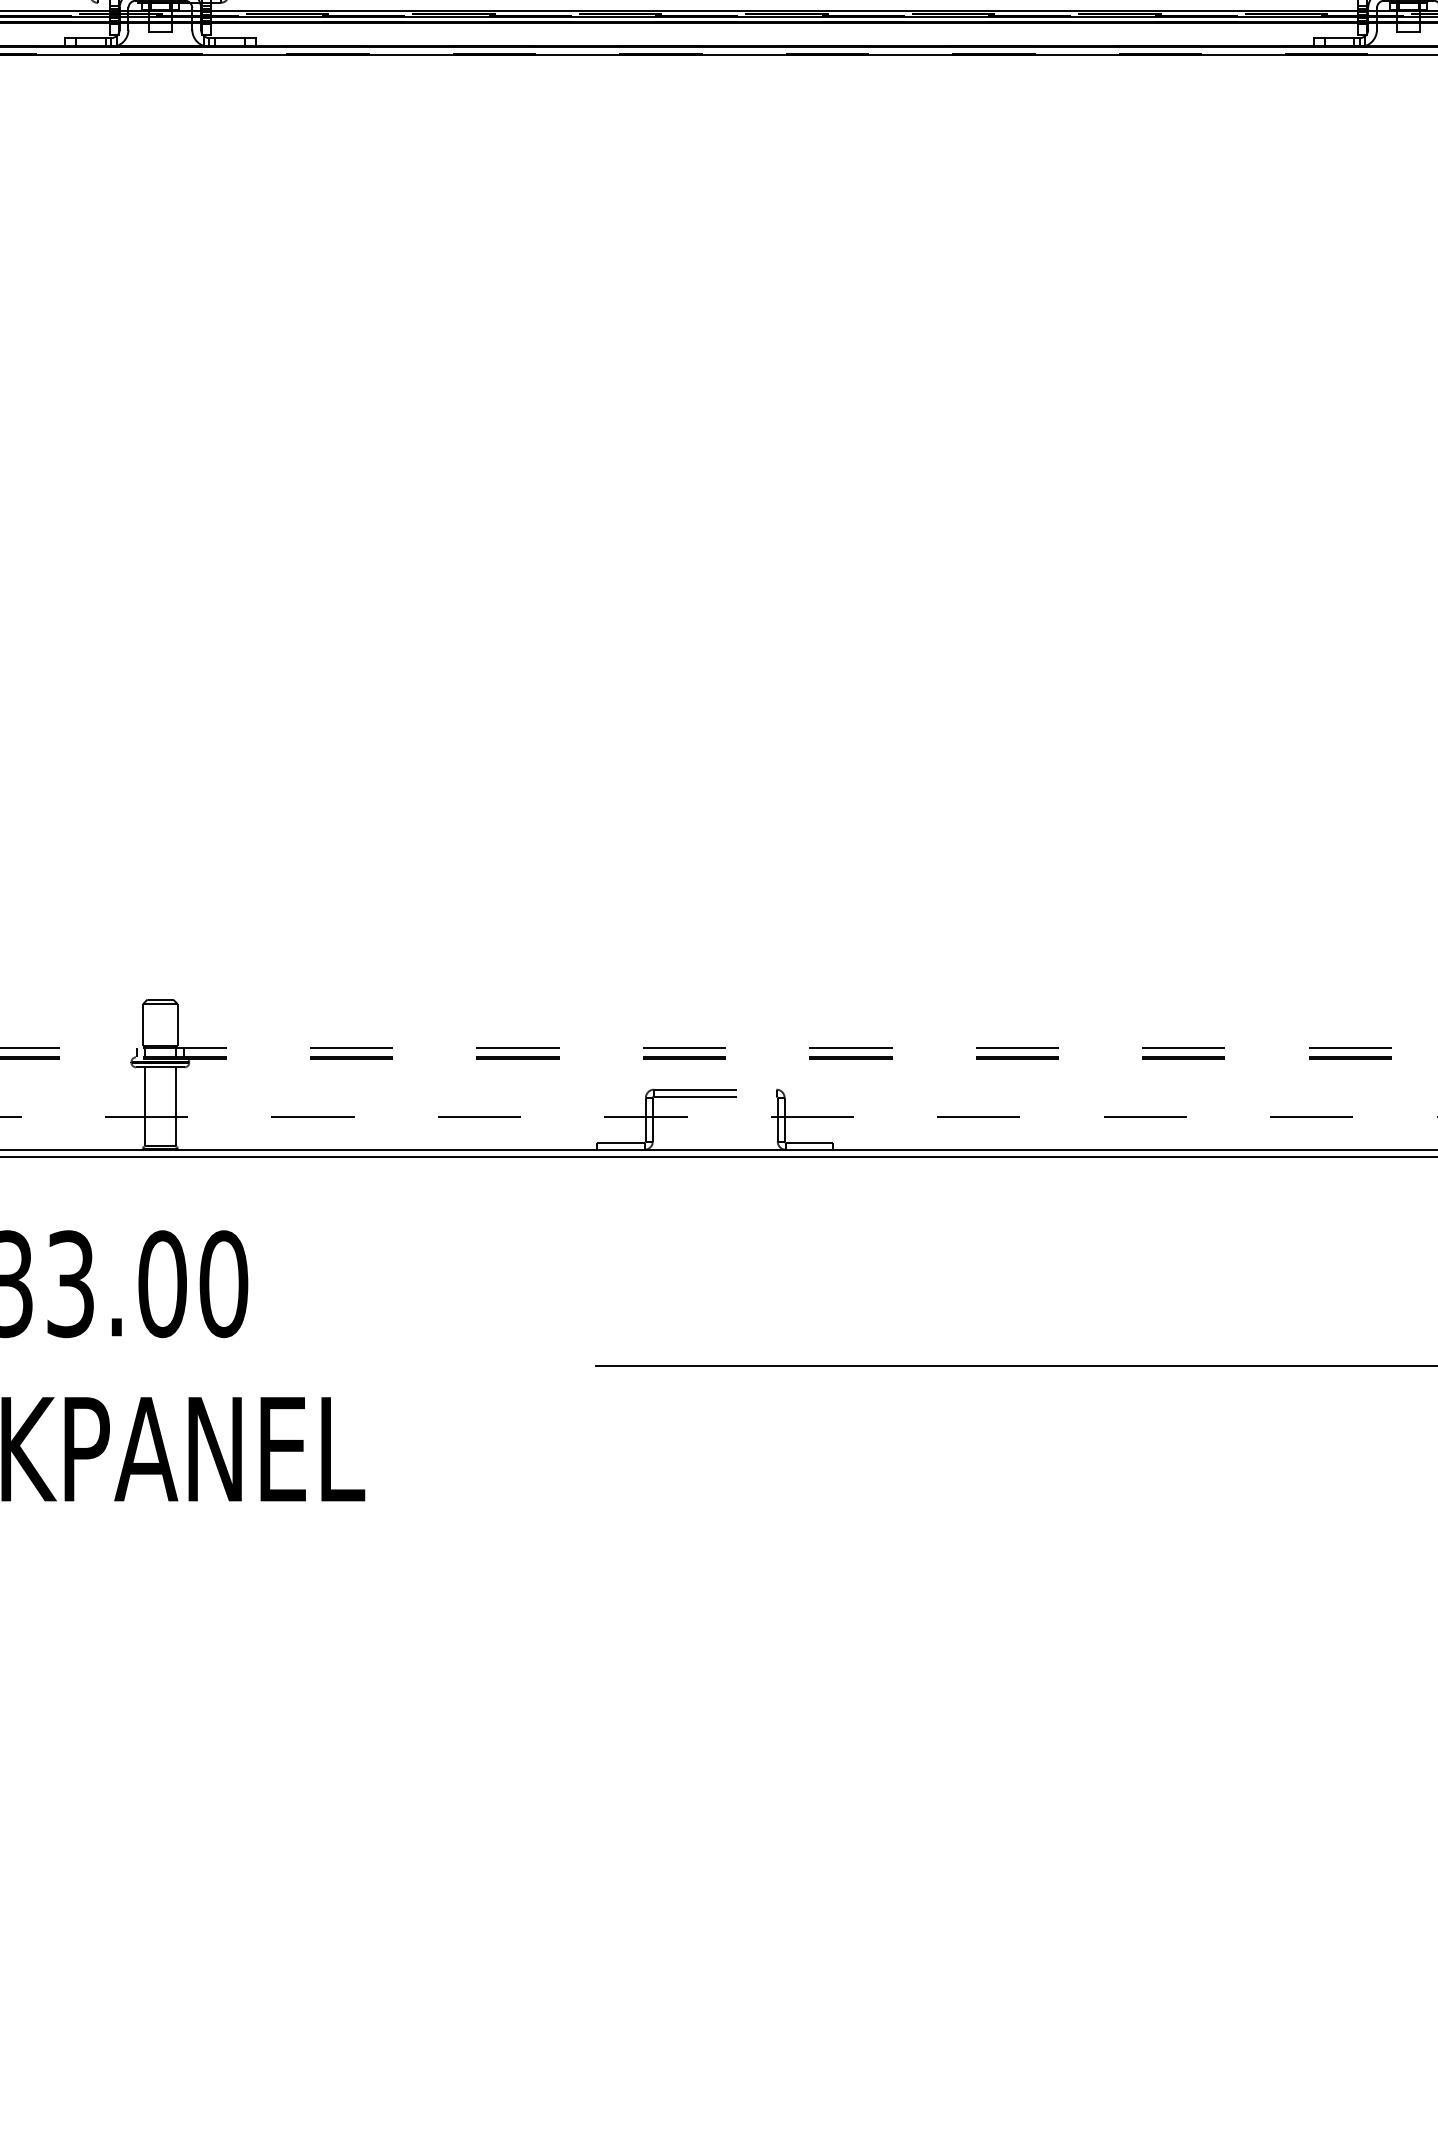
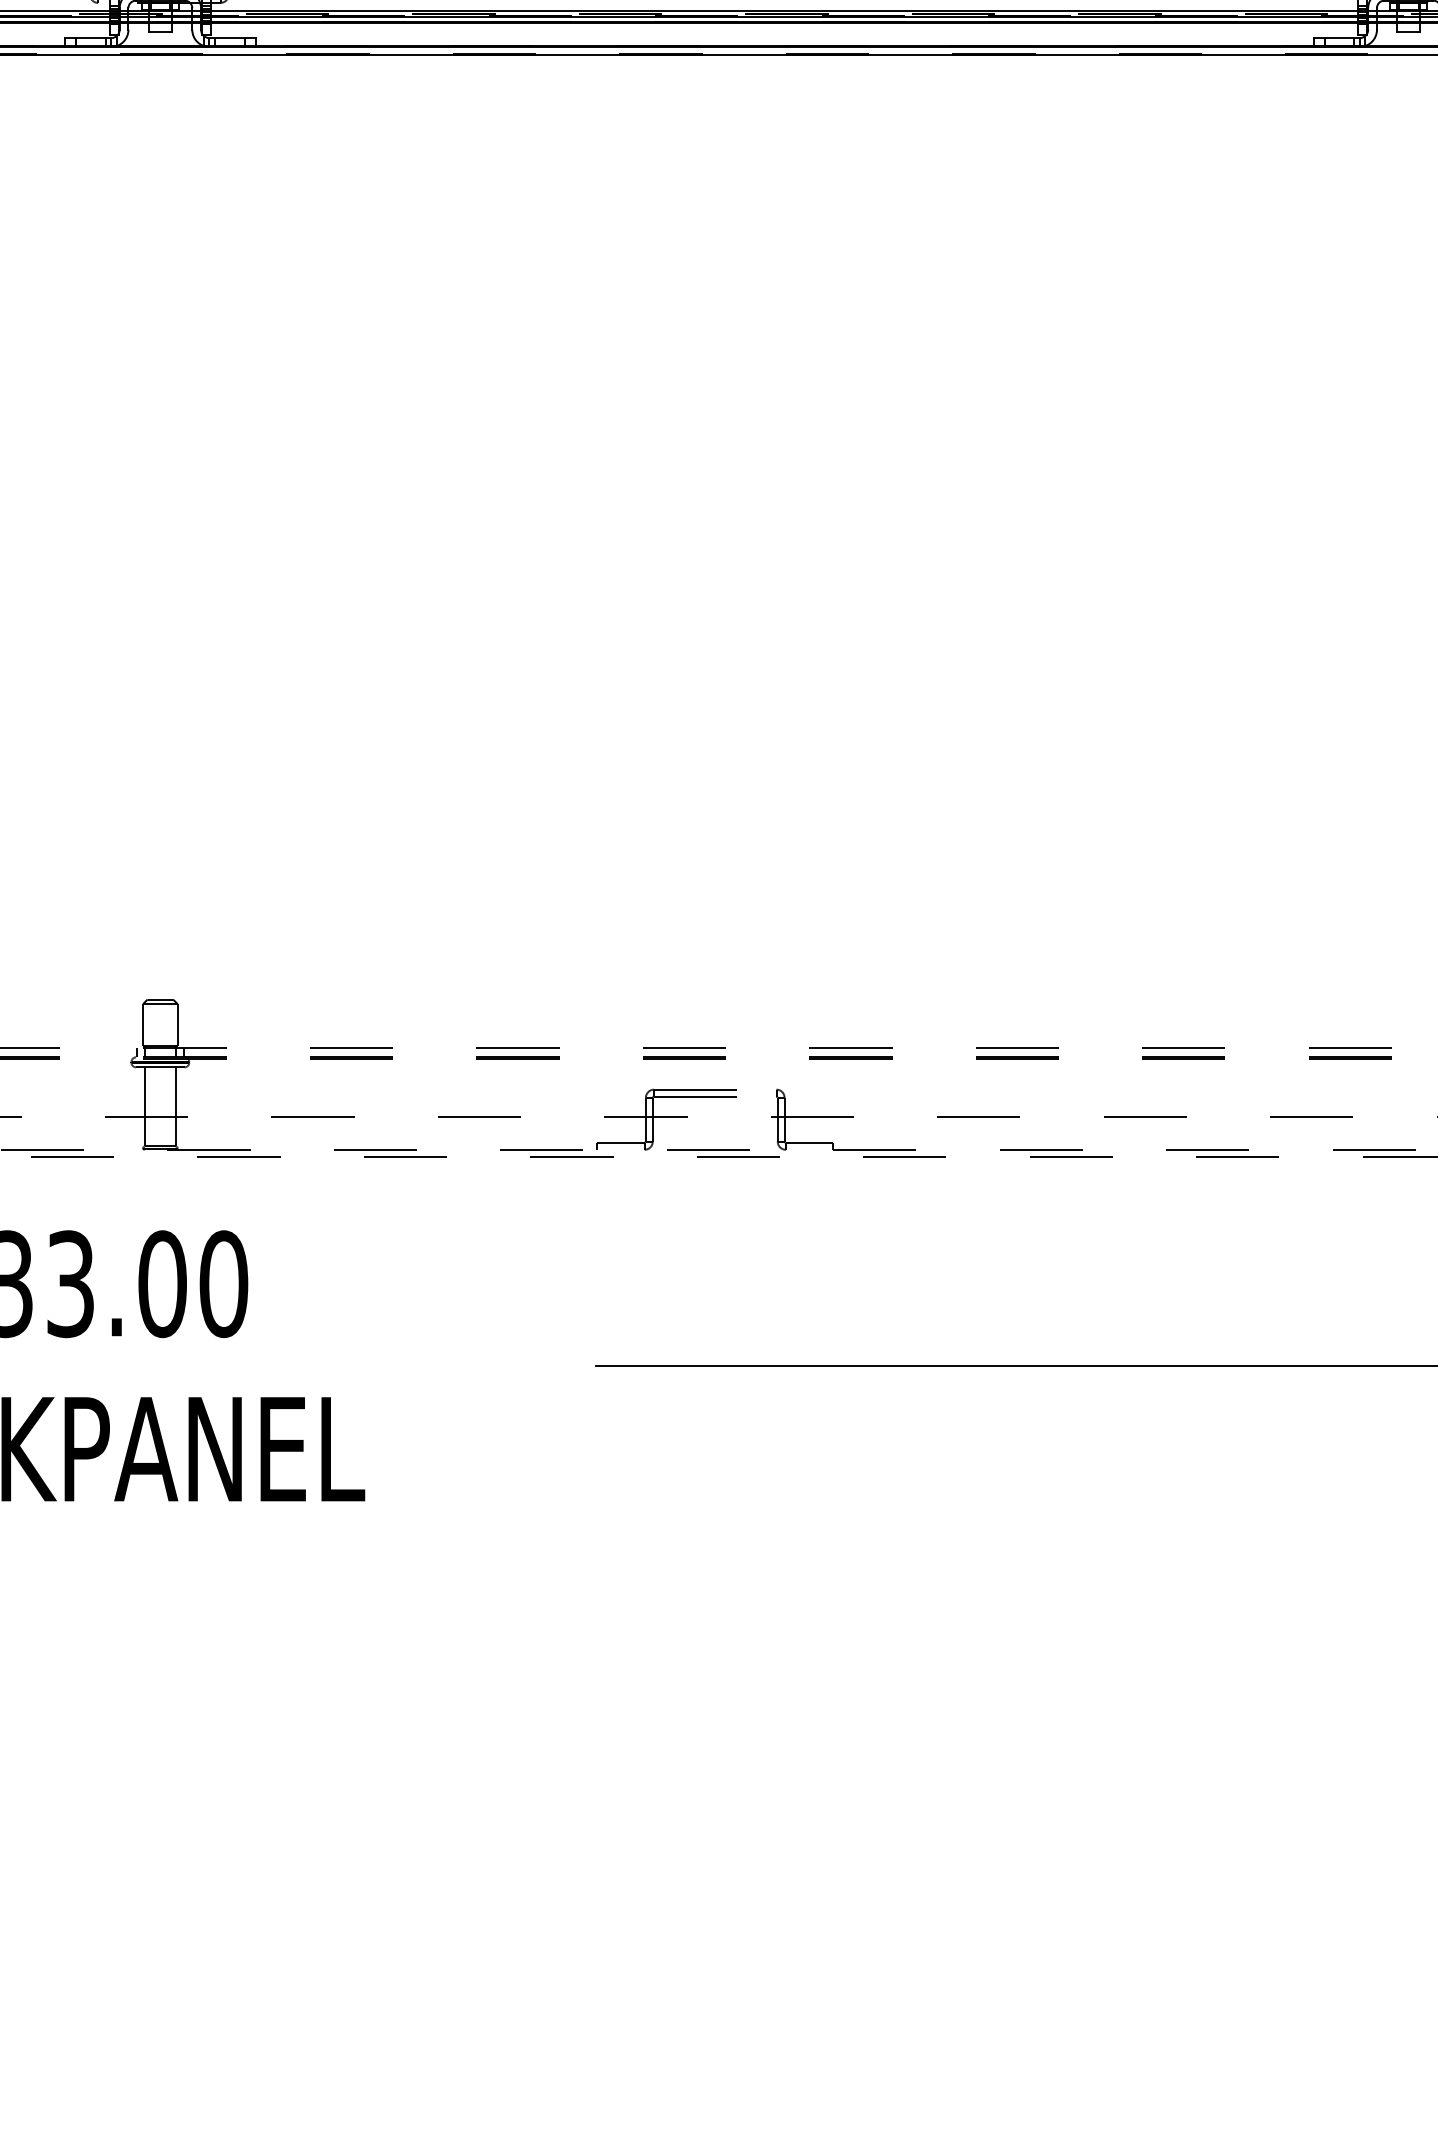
line at (719, 1149): solid -> dashed
line at (719, 1156): solid -> dashed
